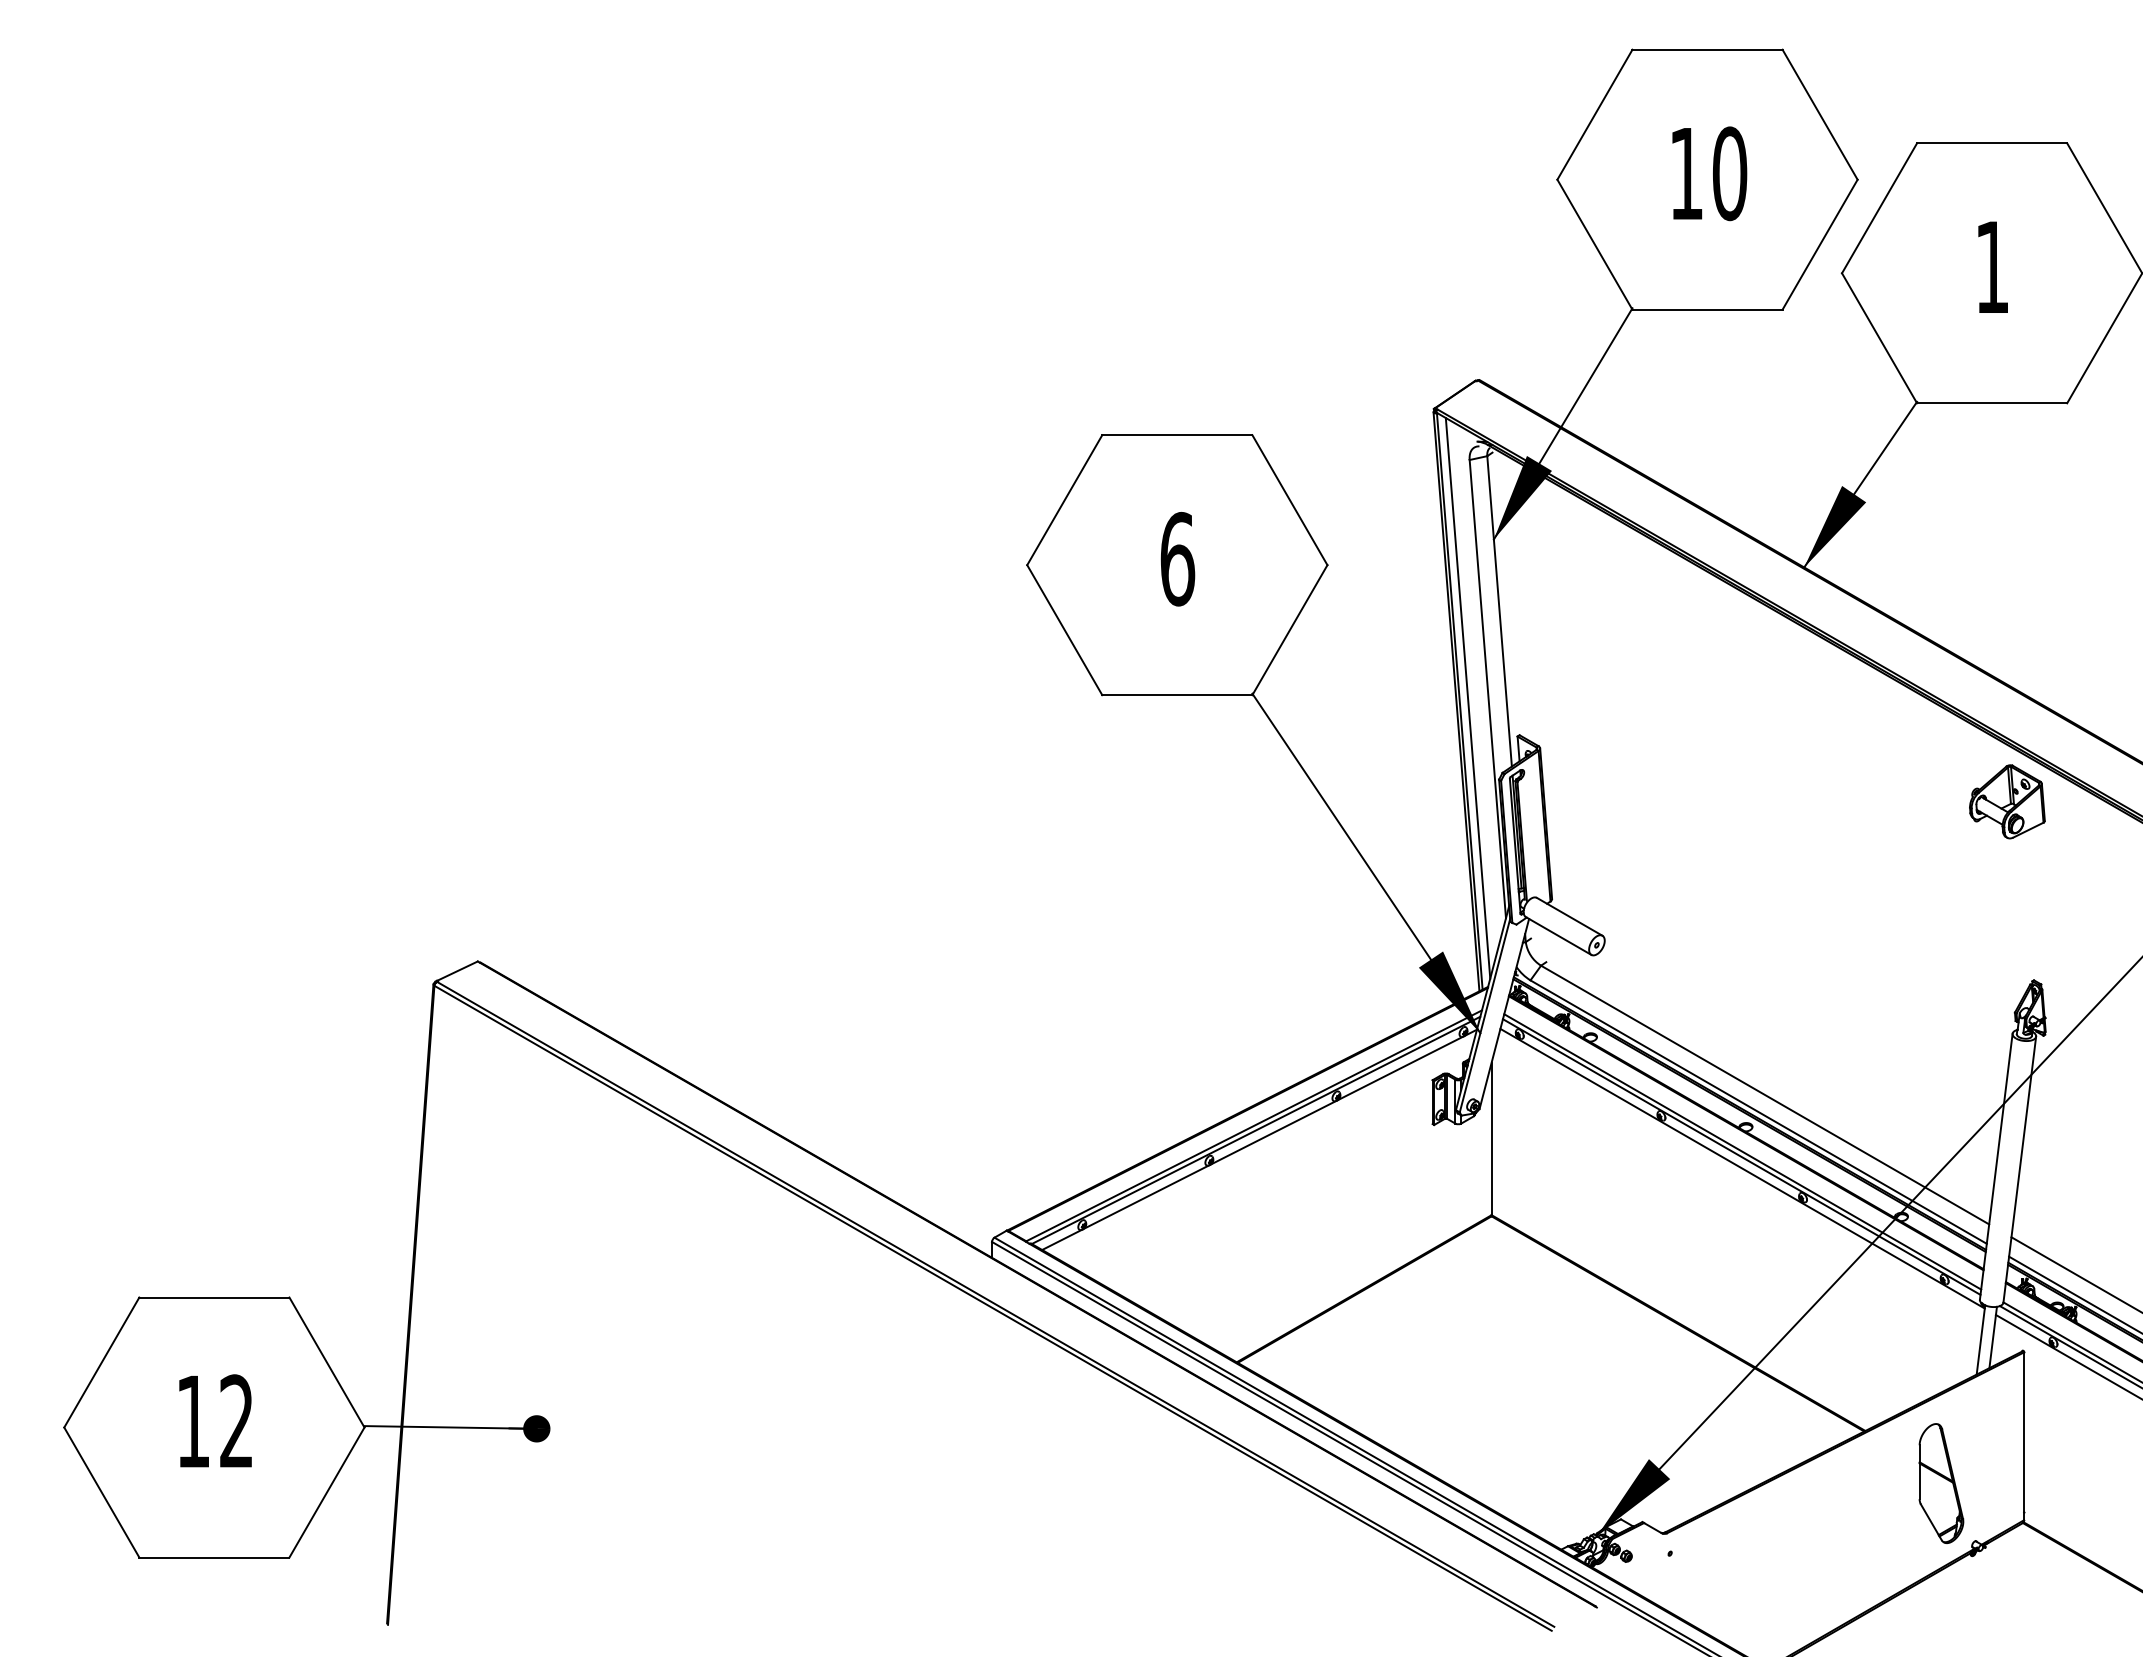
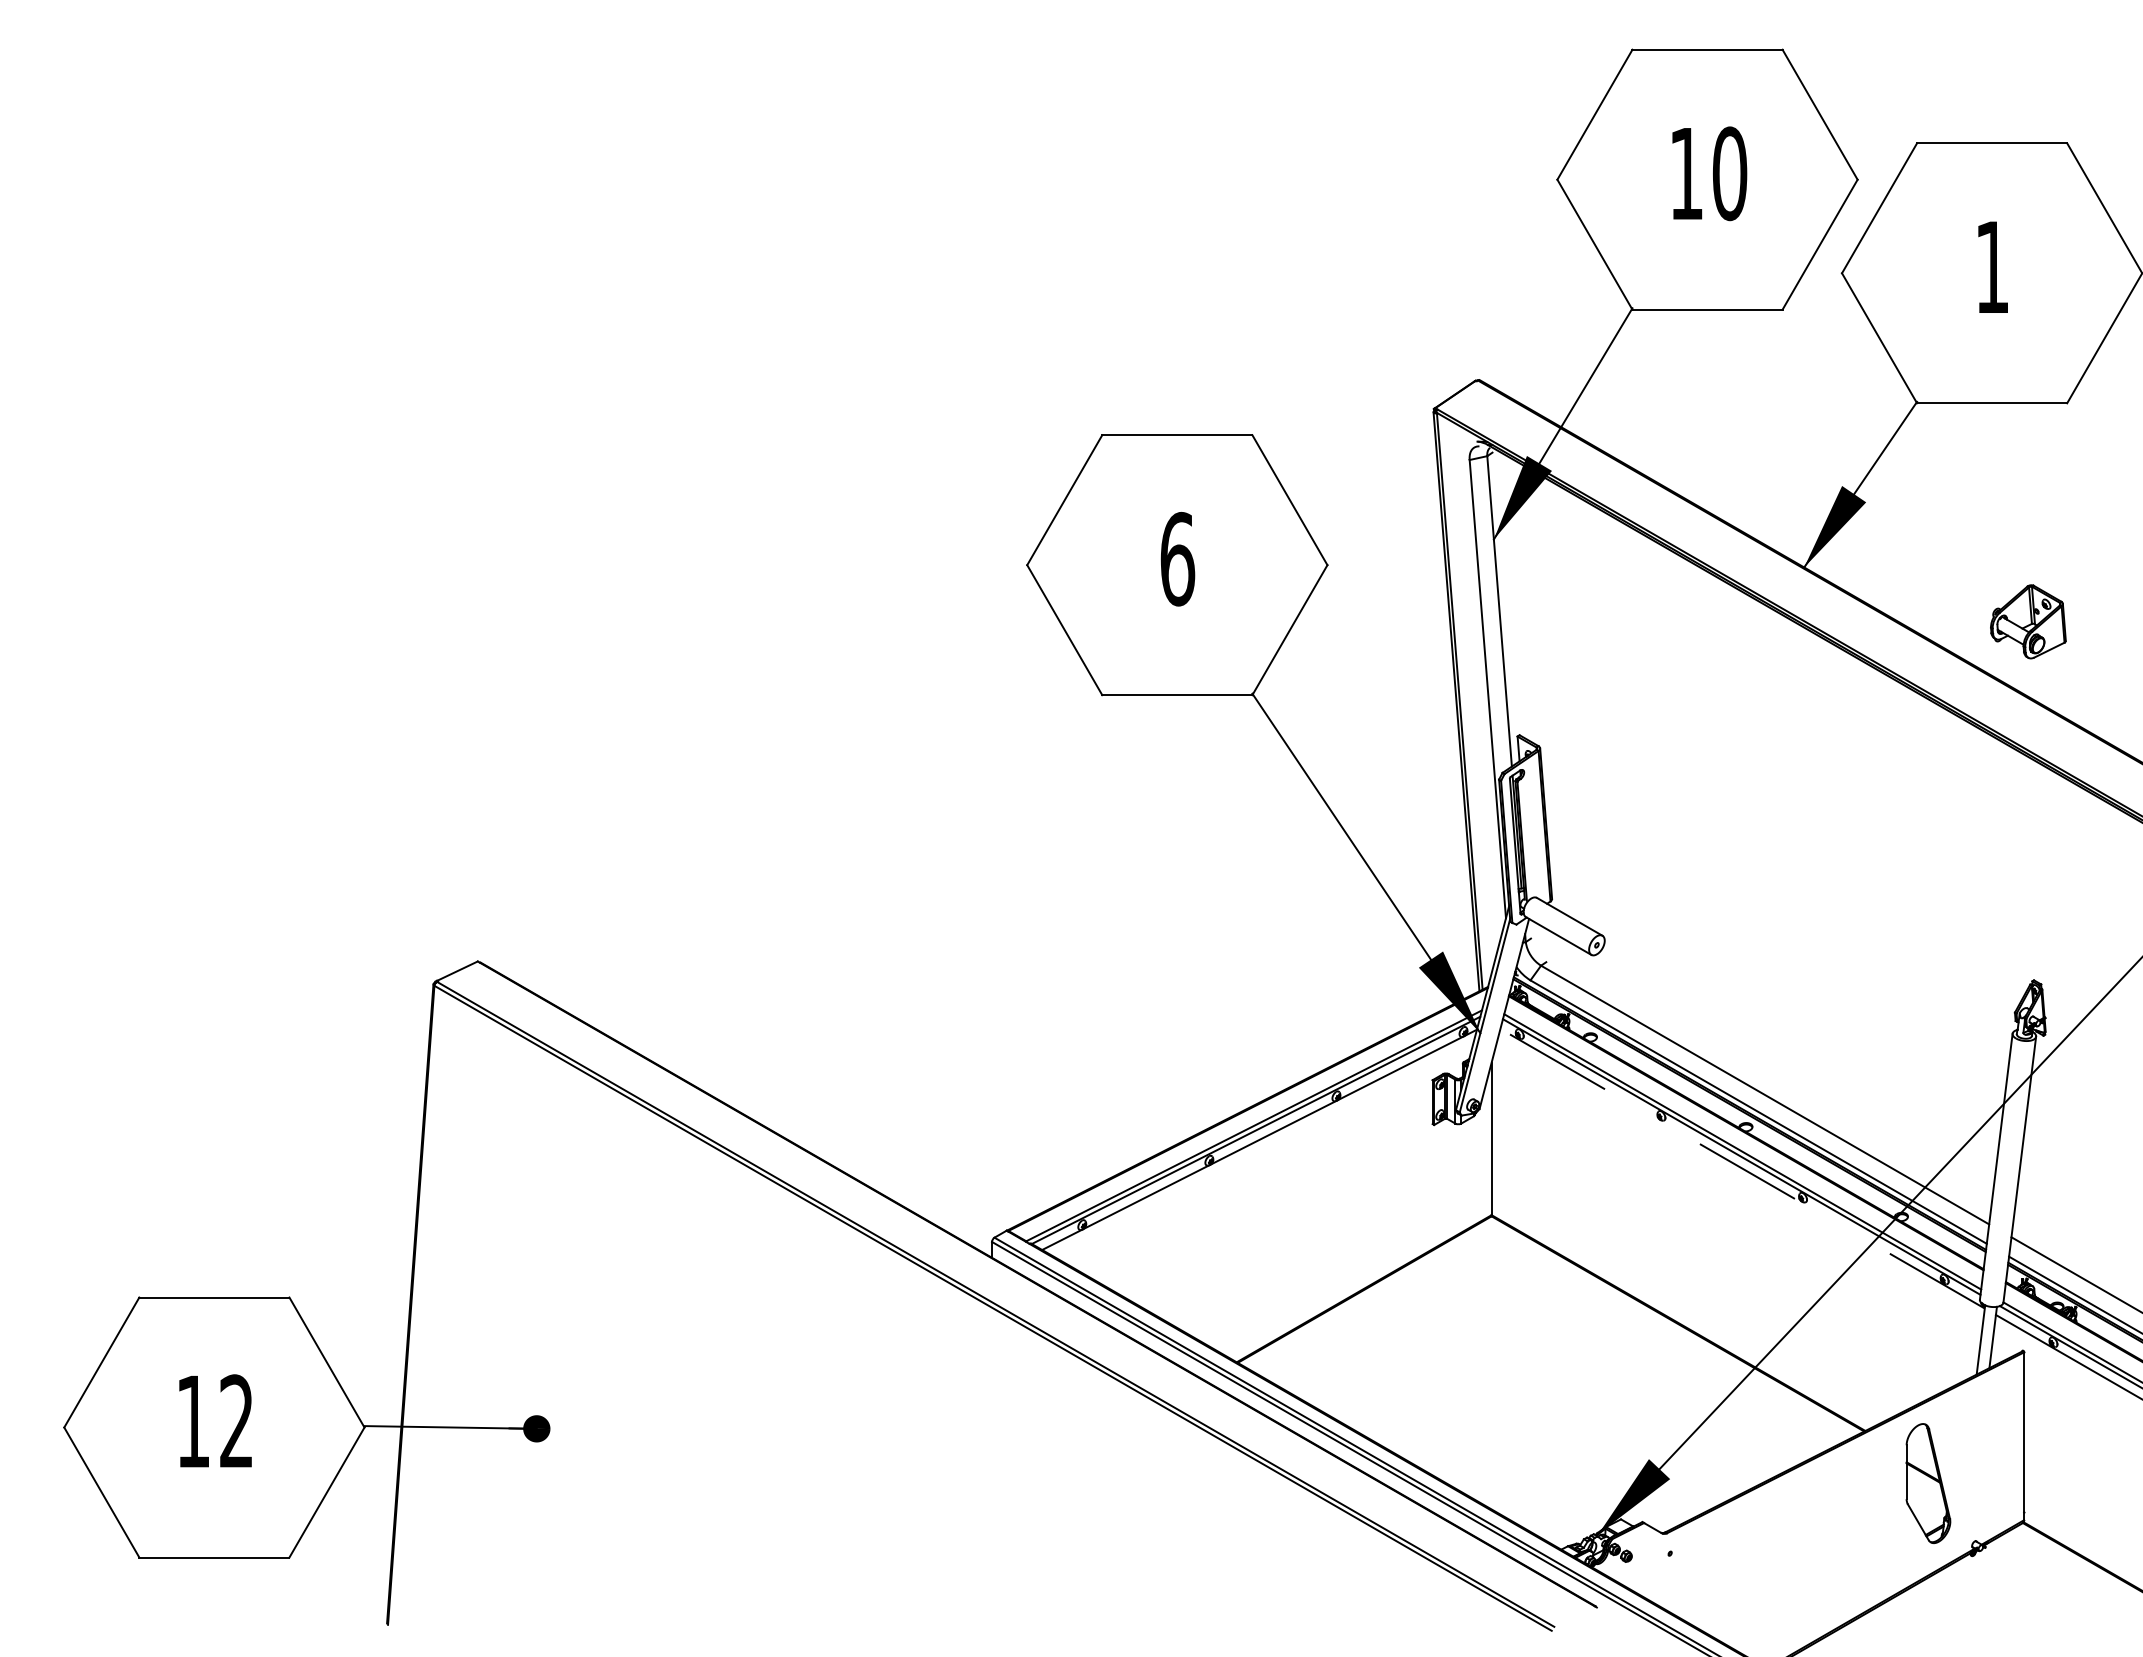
line at (1467, 698): present -> none
part at (2007, 801) position: (2007, 801) -> (2028, 621)
line at (1742, 1168): solid -> dashed
part at (1941, 1483) position: (1941, 1483) -> (1928, 1483)
